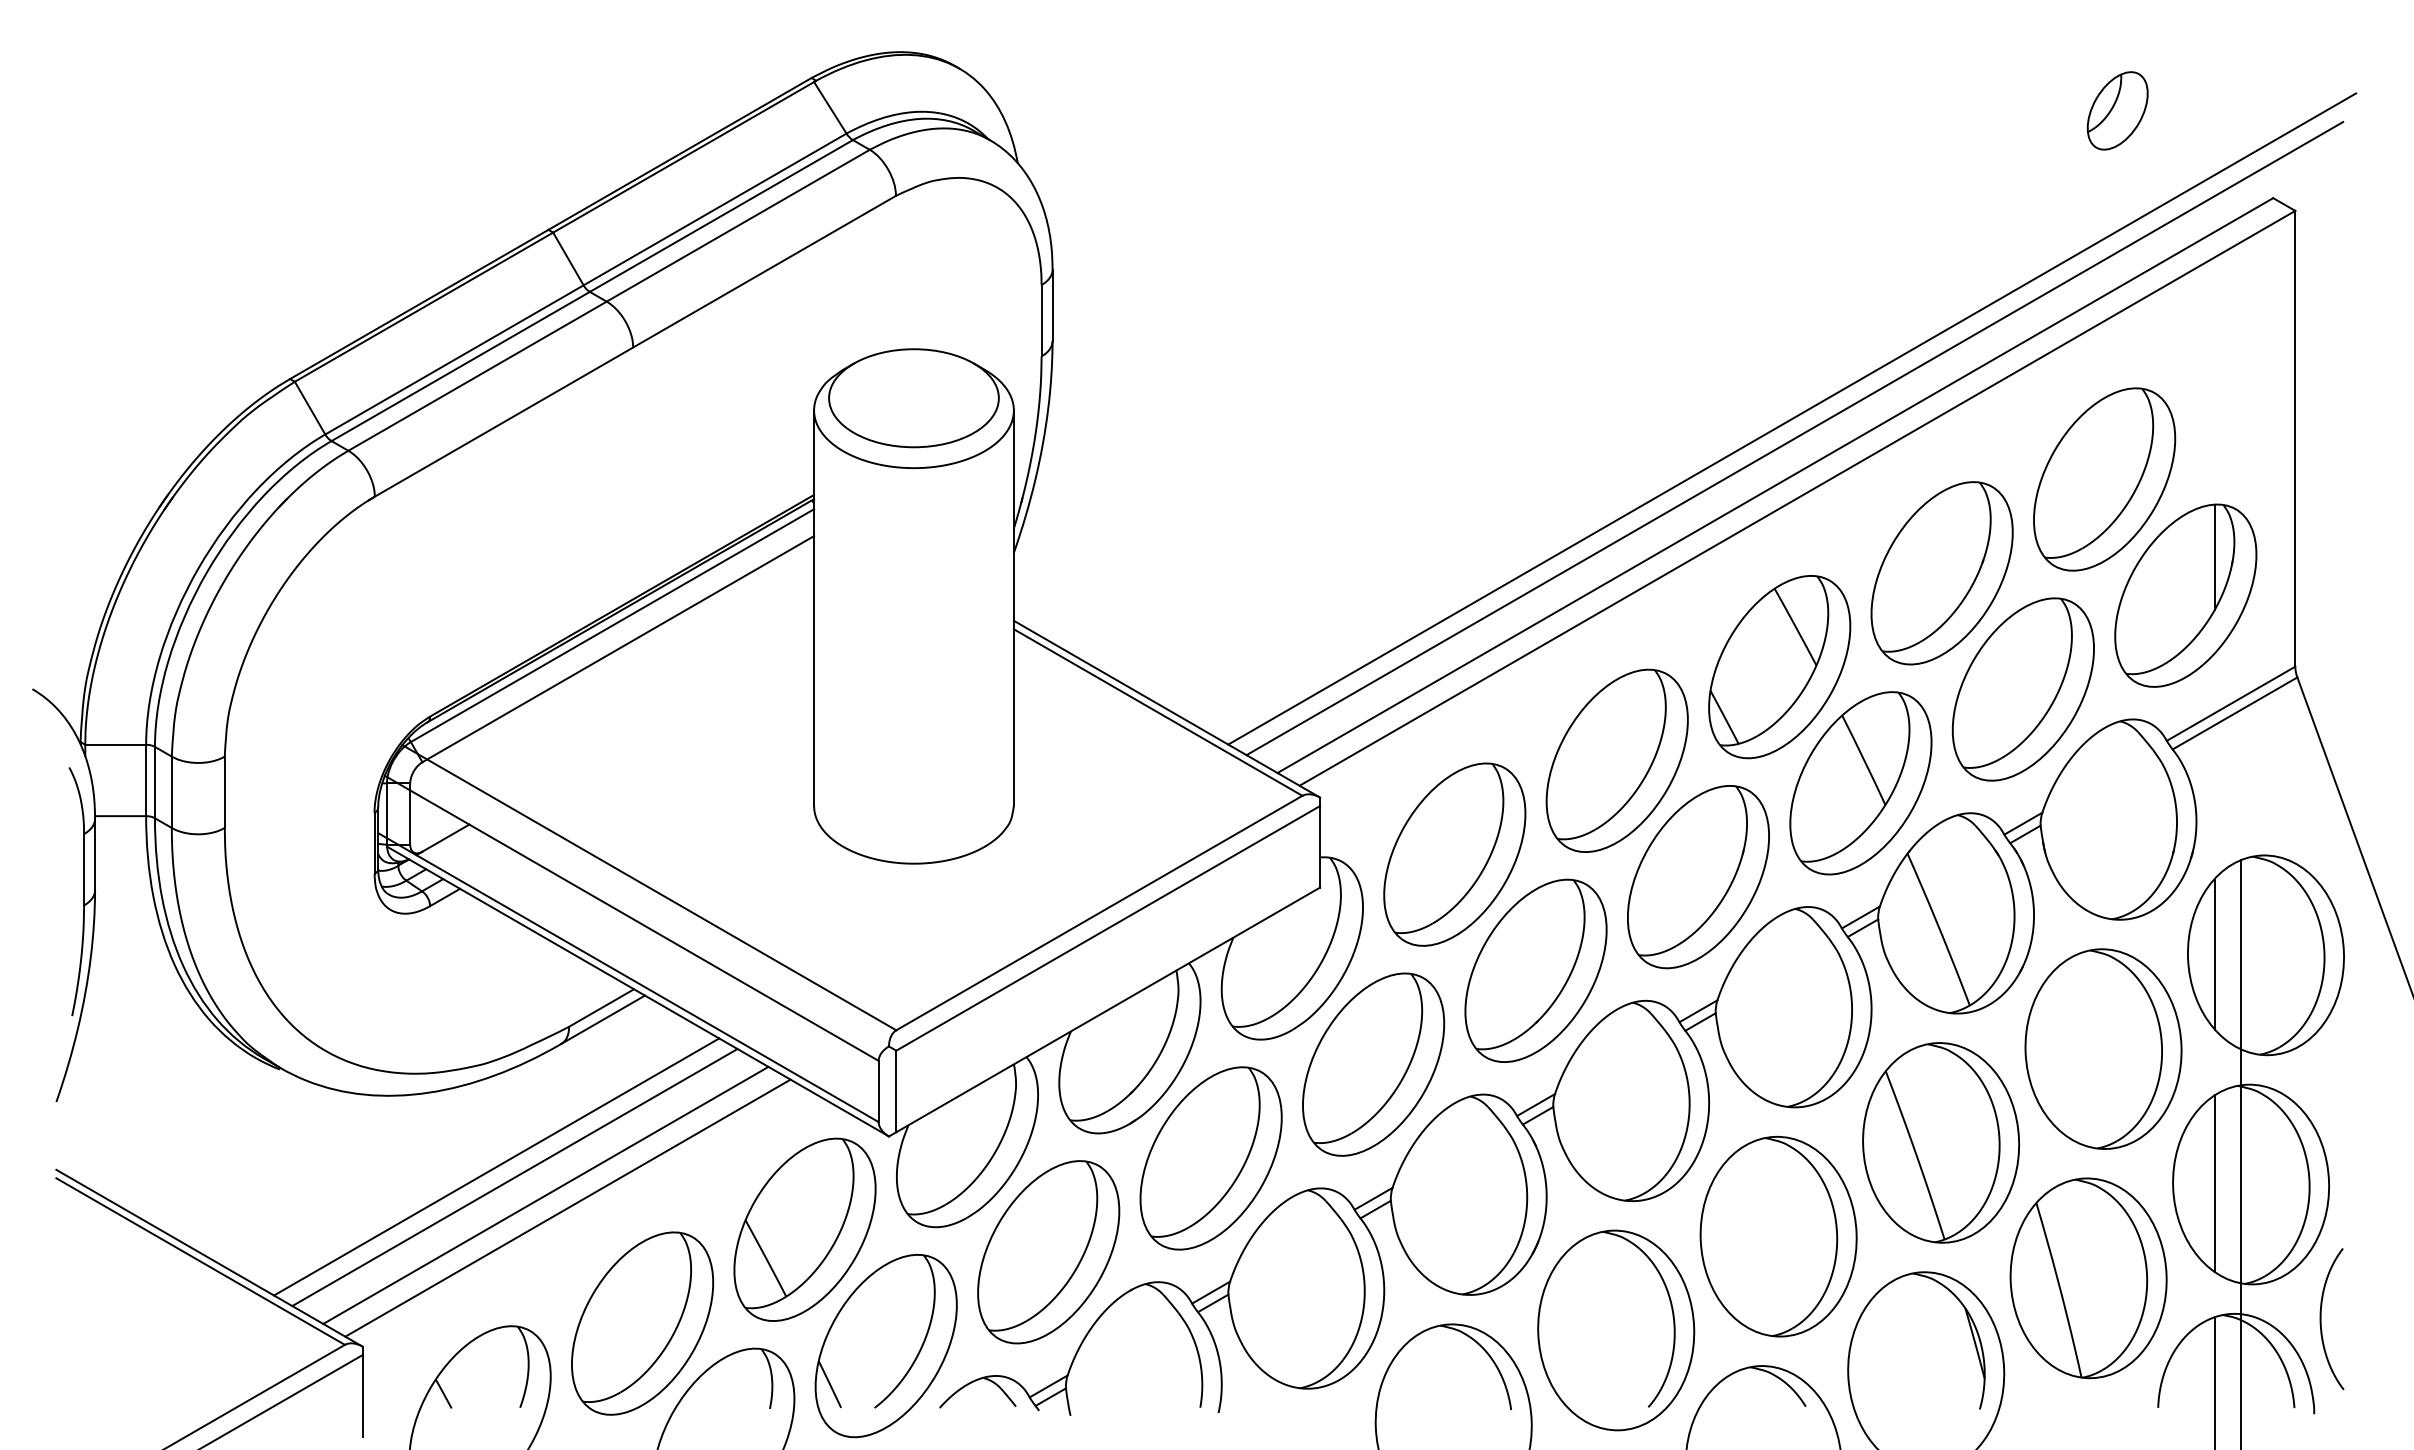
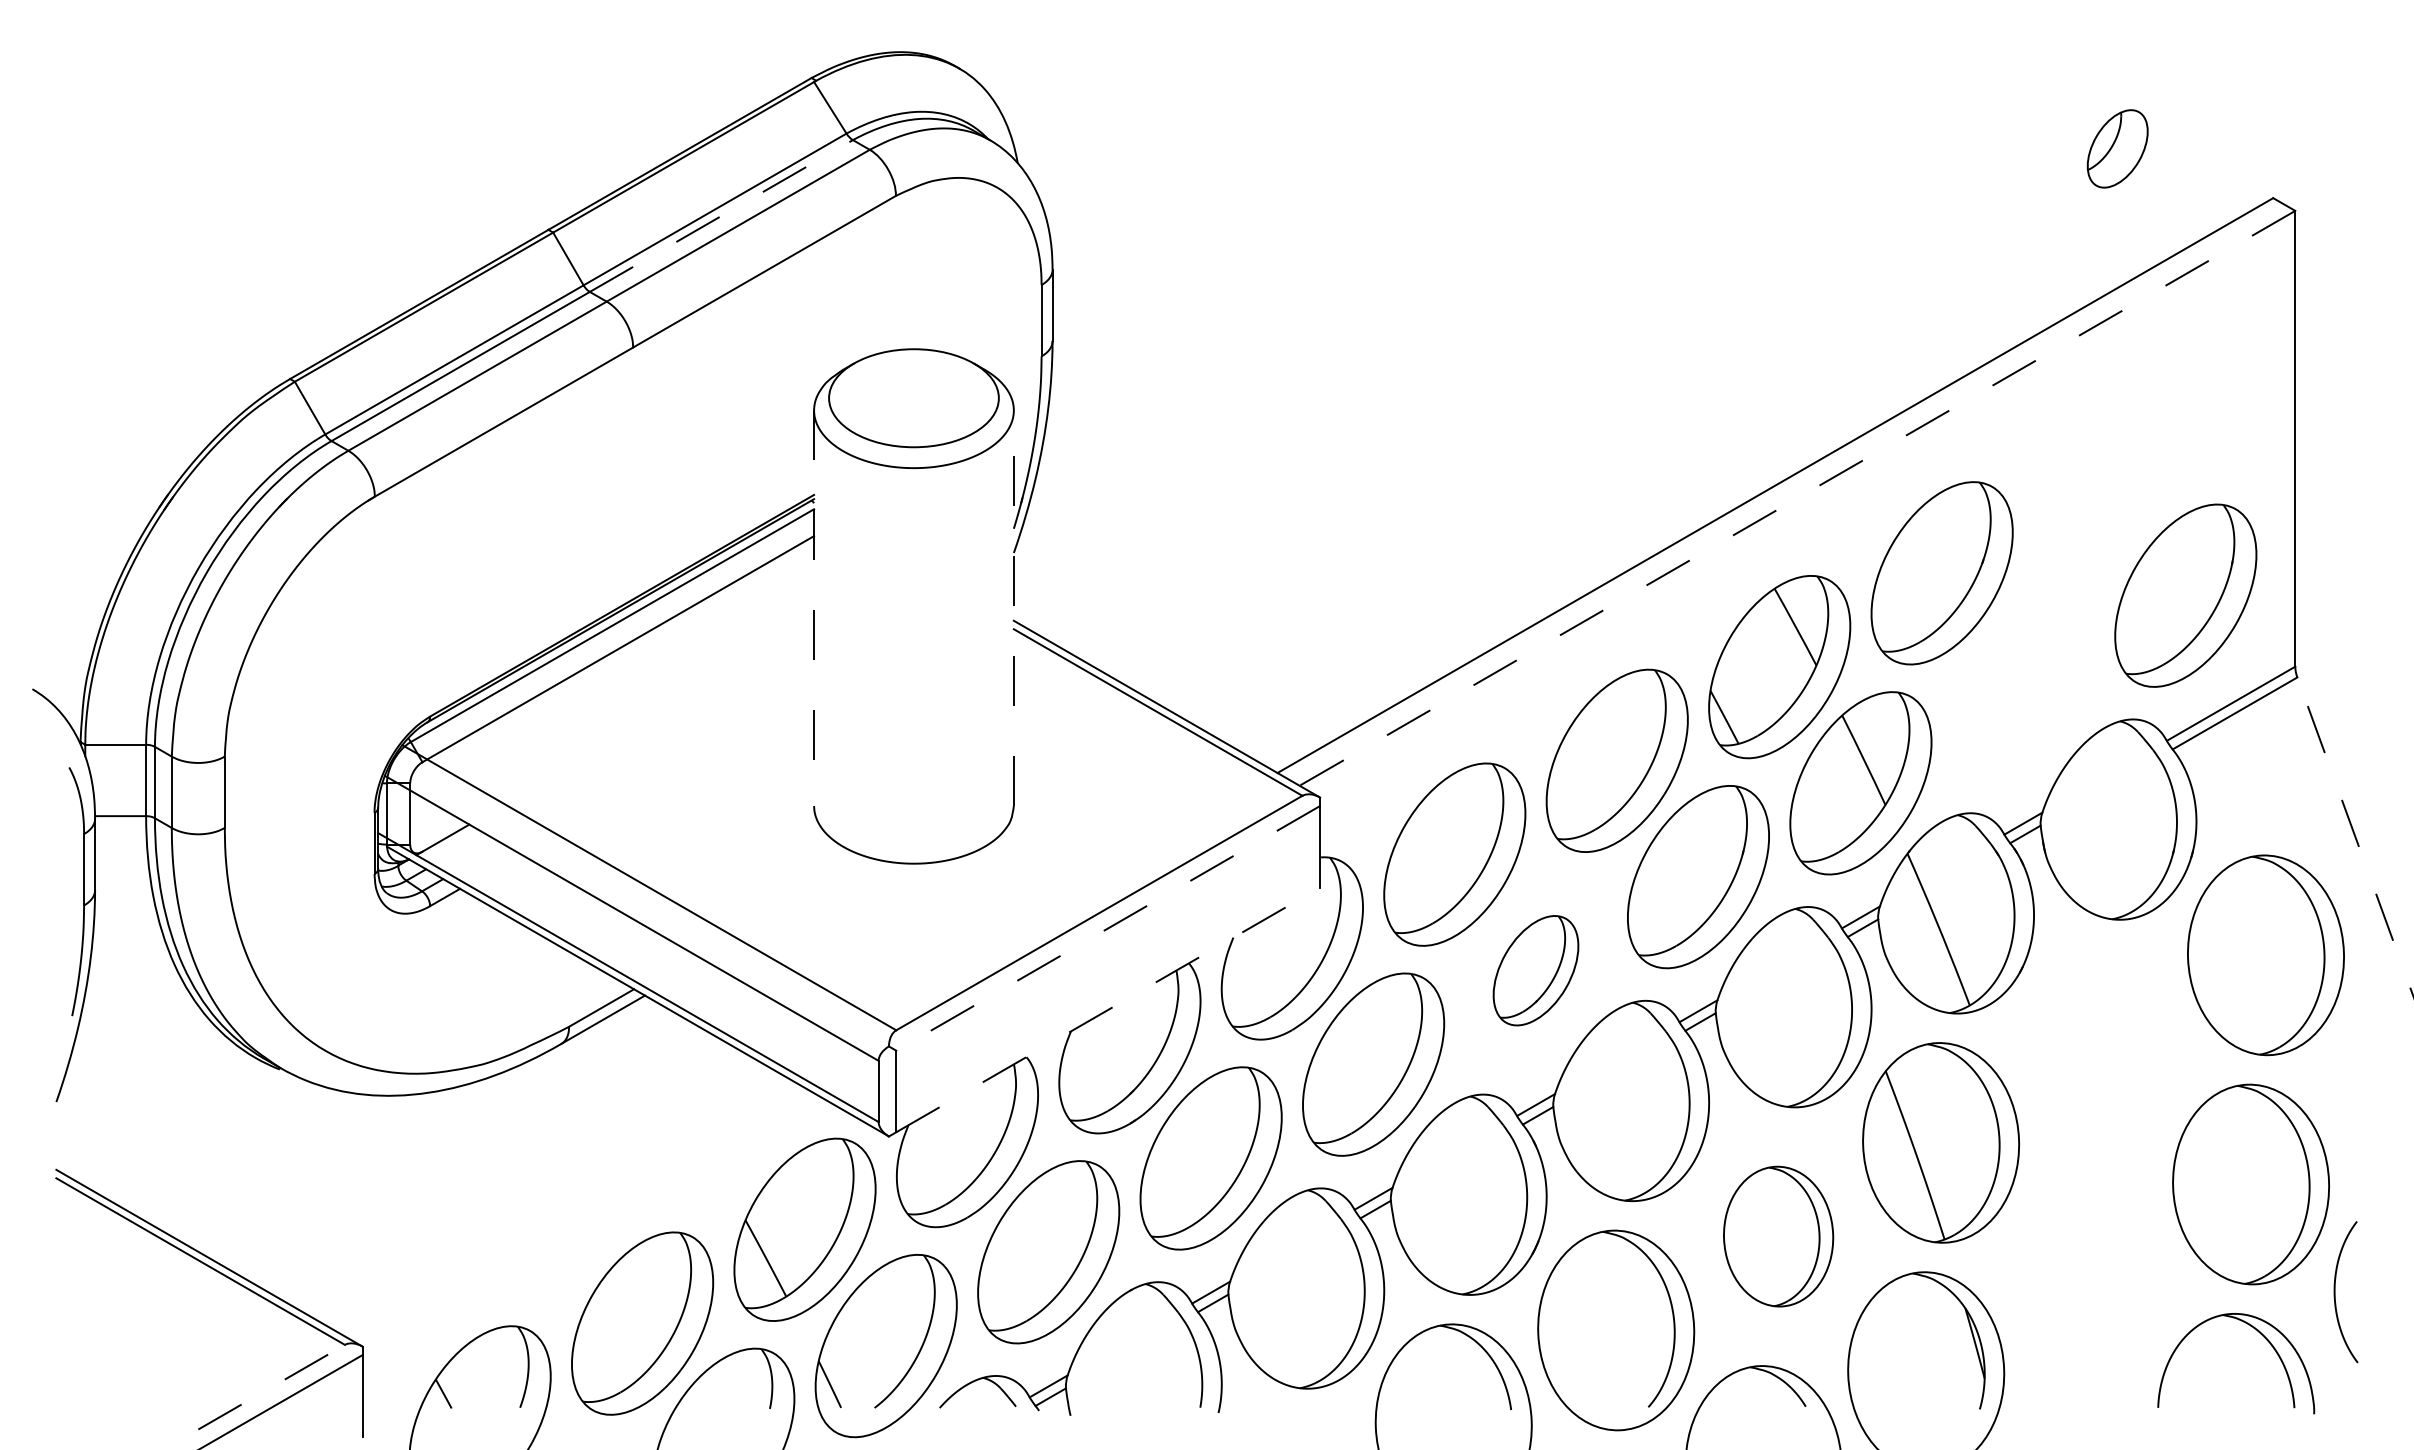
part at (2117, 110) position: (2117, 110) -> (2117, 148)
line at (721, 216): solid -> dashed
line at (1792, 418): present -> none
line at (1794, 438): present -> none
part at (2104, 479): present -> none
line at (1797, 498): solid -> dashed
line at (2214, 556): present -> none
line at (814, 608): solid -> dashed
line at (1013, 608): solid -> dashed
part at (2022, 689): present -> none
line at (2355, 837): solid -> dashed
line at (1108, 928): solid -> dashed
line at (2214, 953): present -> none
part at (1535, 970) size: 144x185 px -> 88x112 px
line at (1108, 1009): solid -> dashed
part at (2103, 1048): present -> none
line at (2241, 1153): present -> none
line at (496, 1166): present -> none
line at (514, 1177): present -> none
line at (2214, 1183): present -> none
line at (545, 1194): present -> none
line at (567, 1207): present -> none
part at (1778, 1236) size: 159x203 px -> 112x143 px
part at (2088, 1278): present -> none
curve at (2321, 1319) position: (2321, 1319) -> (2335, 1292)
line at (2214, 1381): present -> none
line at (254, 1397): solid -> dashed
